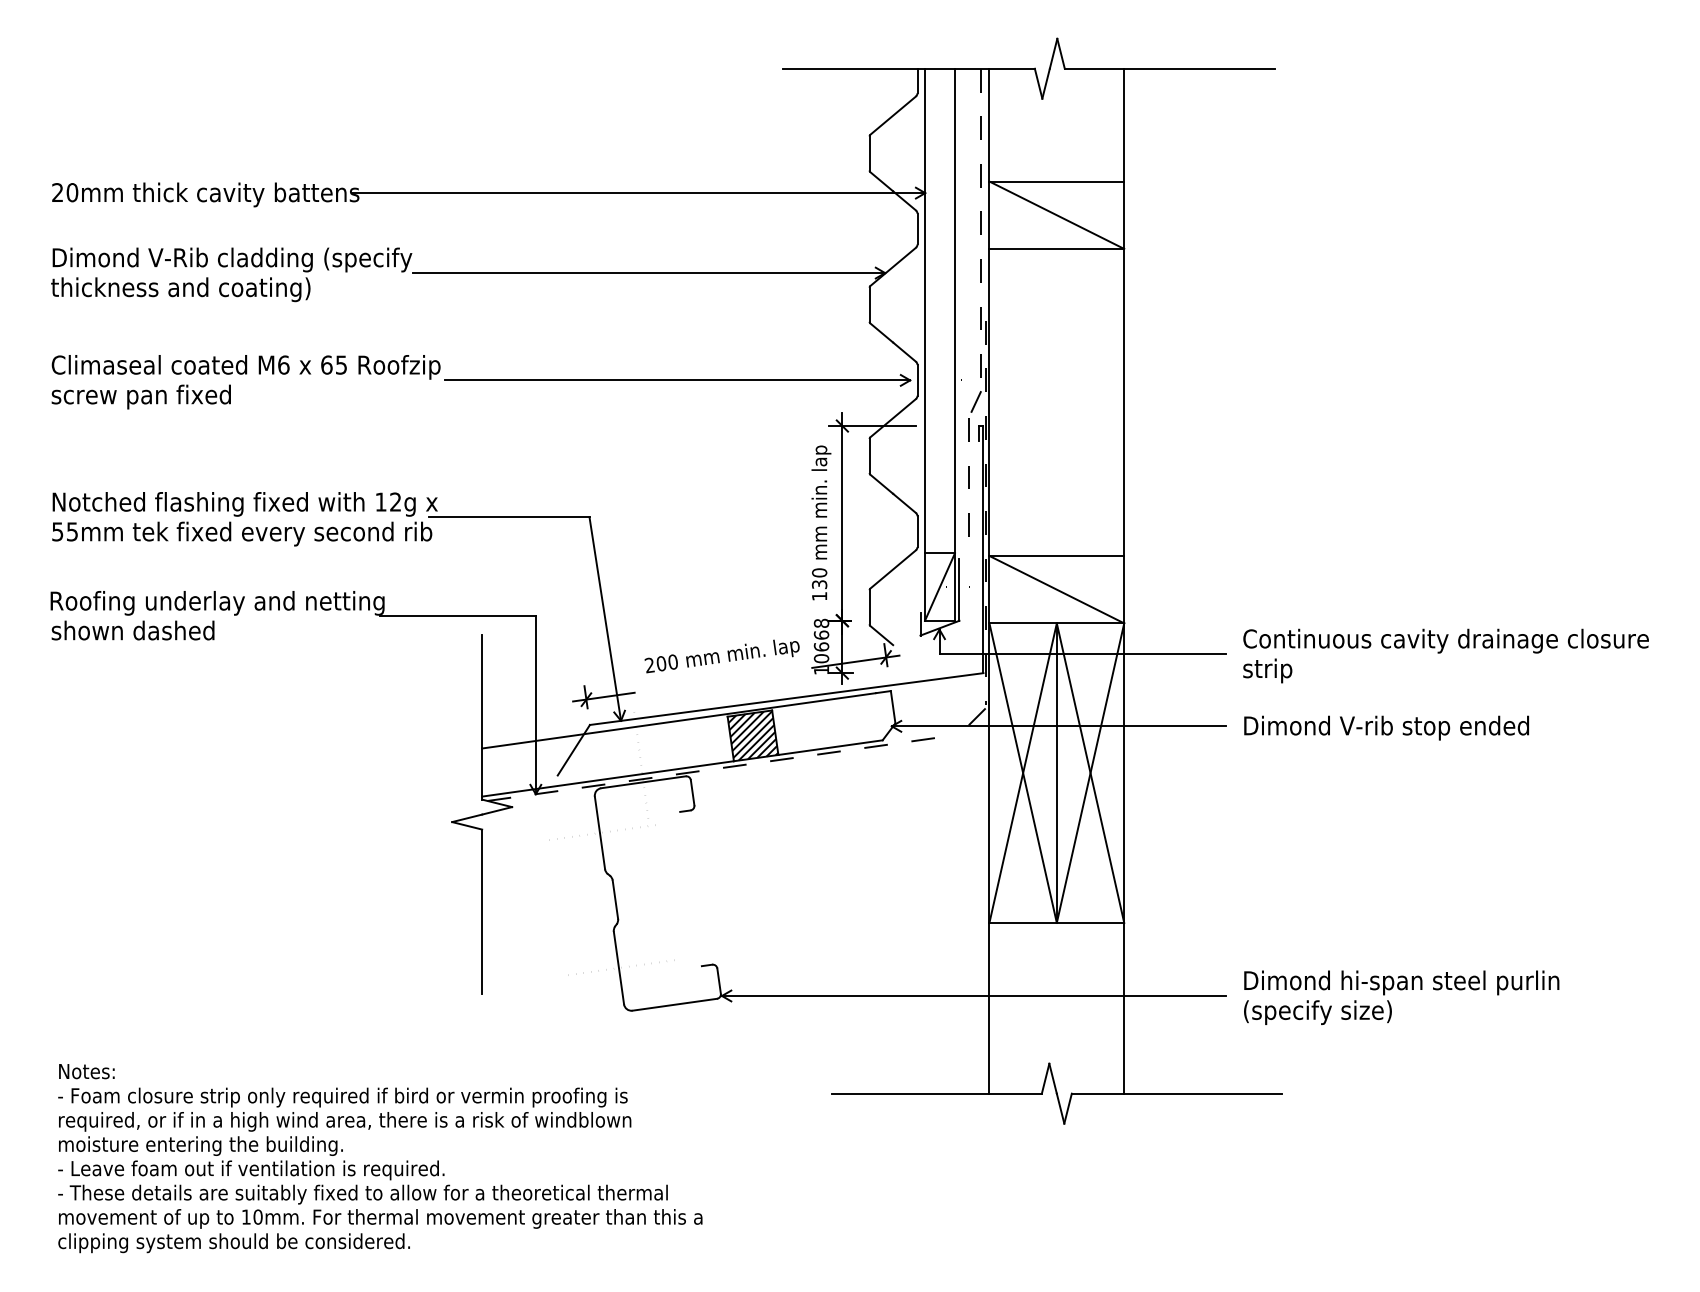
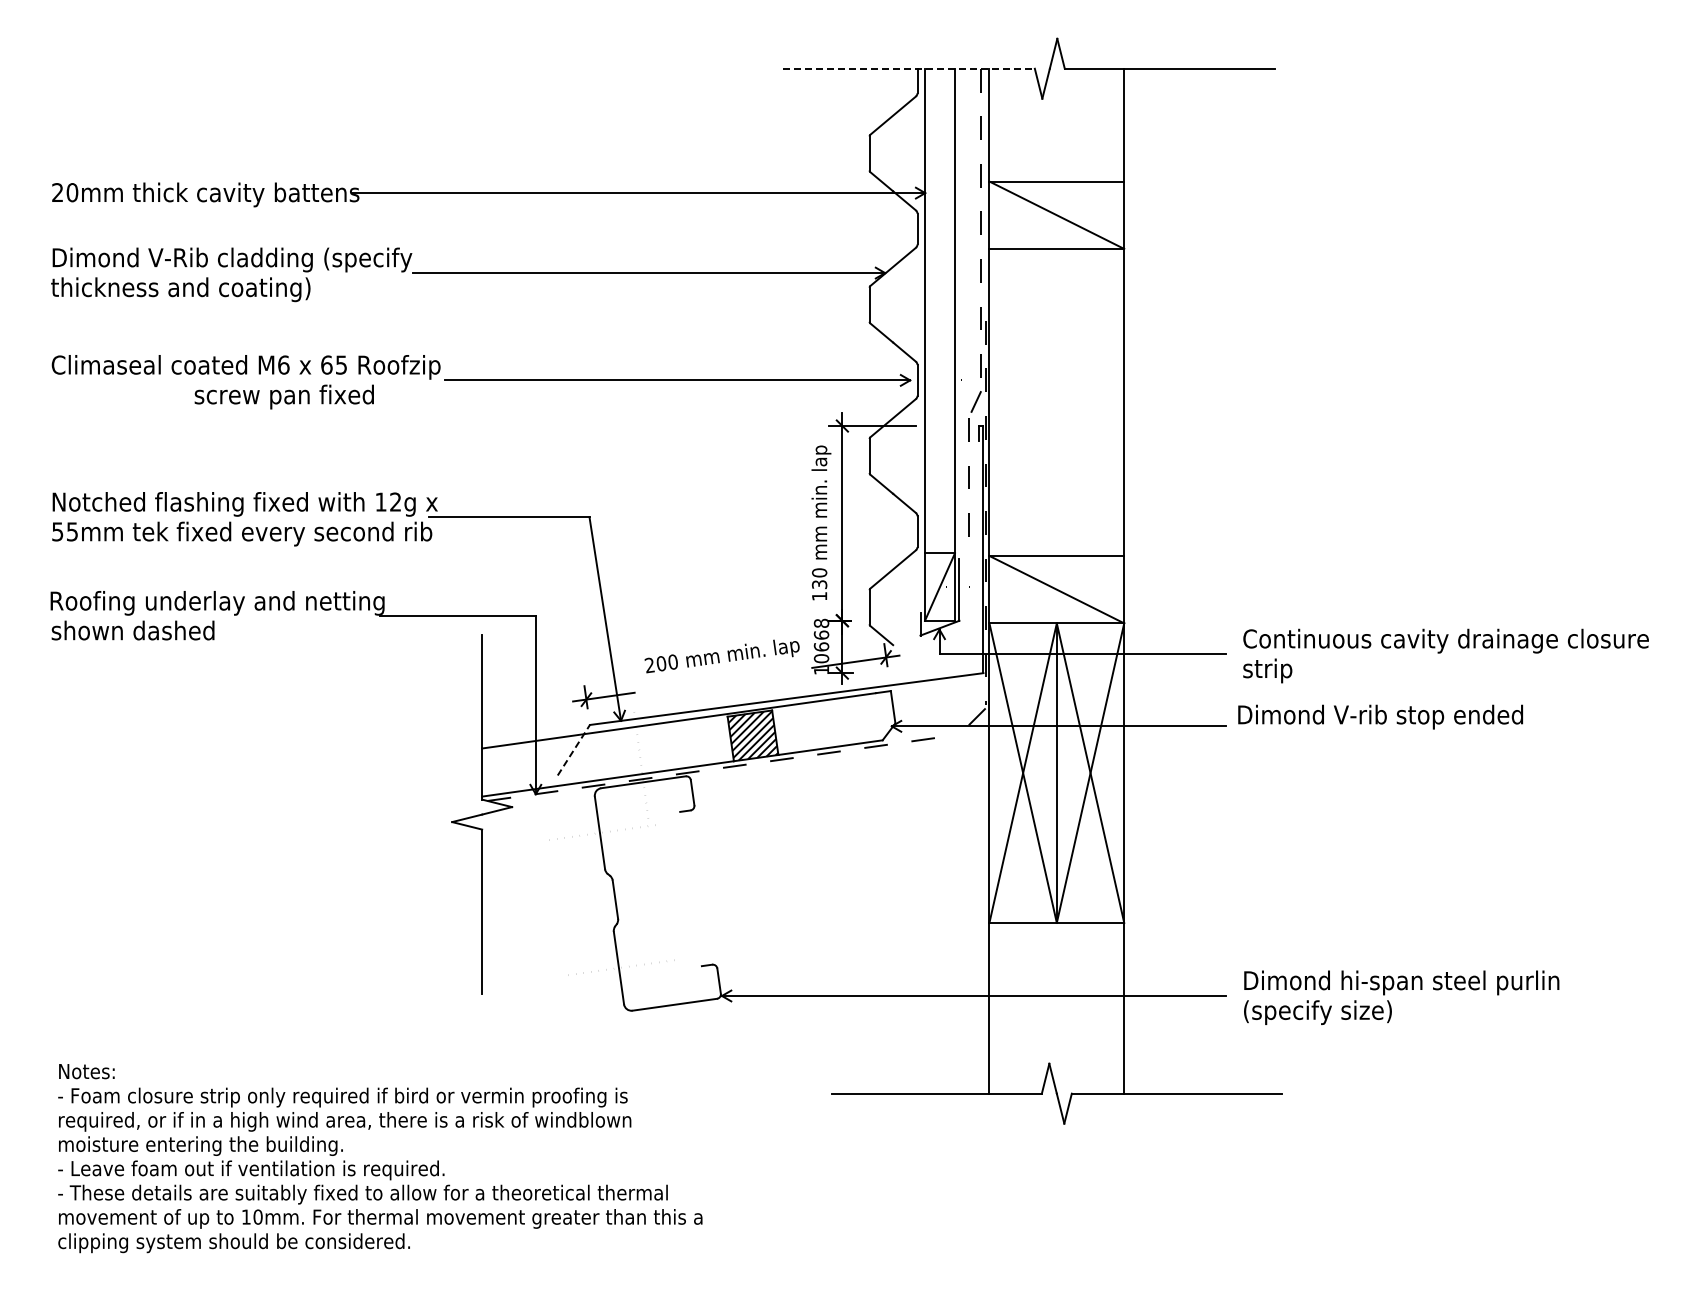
line at (909, 68): solid -> dashed
text at (140, 396) position: (140, 396) -> (283, 396)
text at (1386, 727) position: (1386, 727) -> (1380, 716)
line at (573, 750): solid -> dashed
